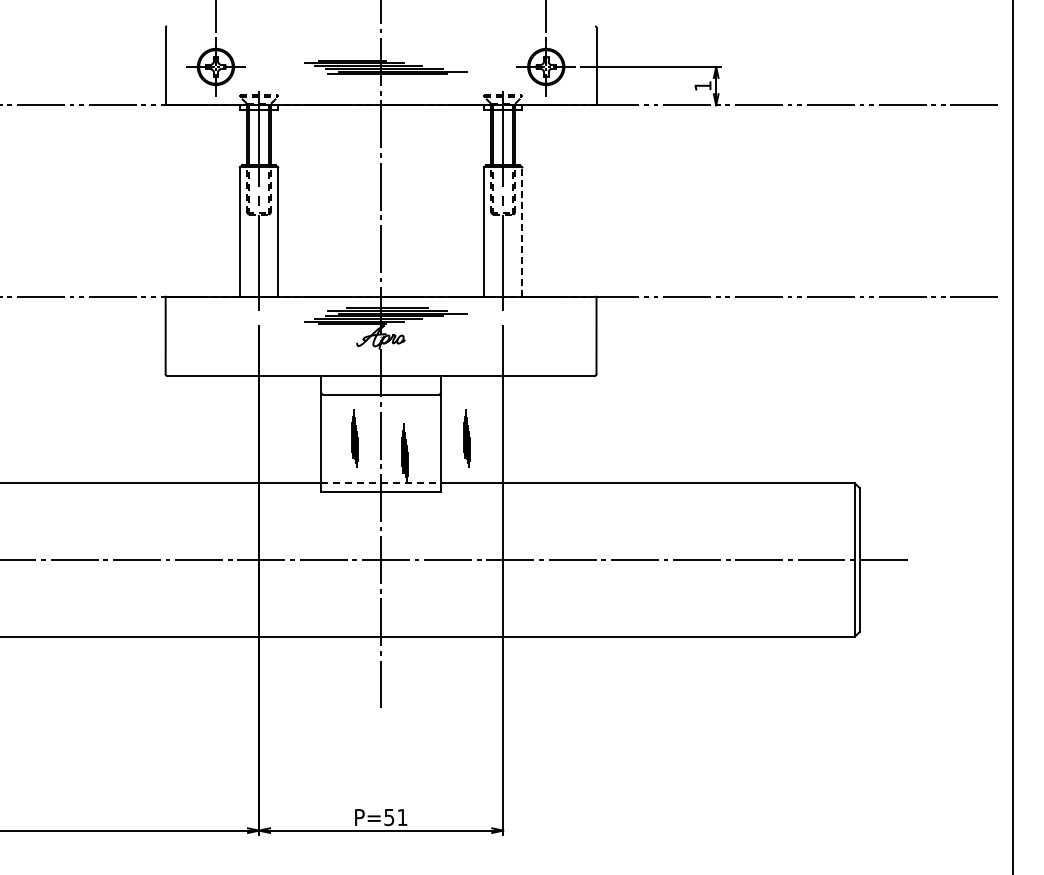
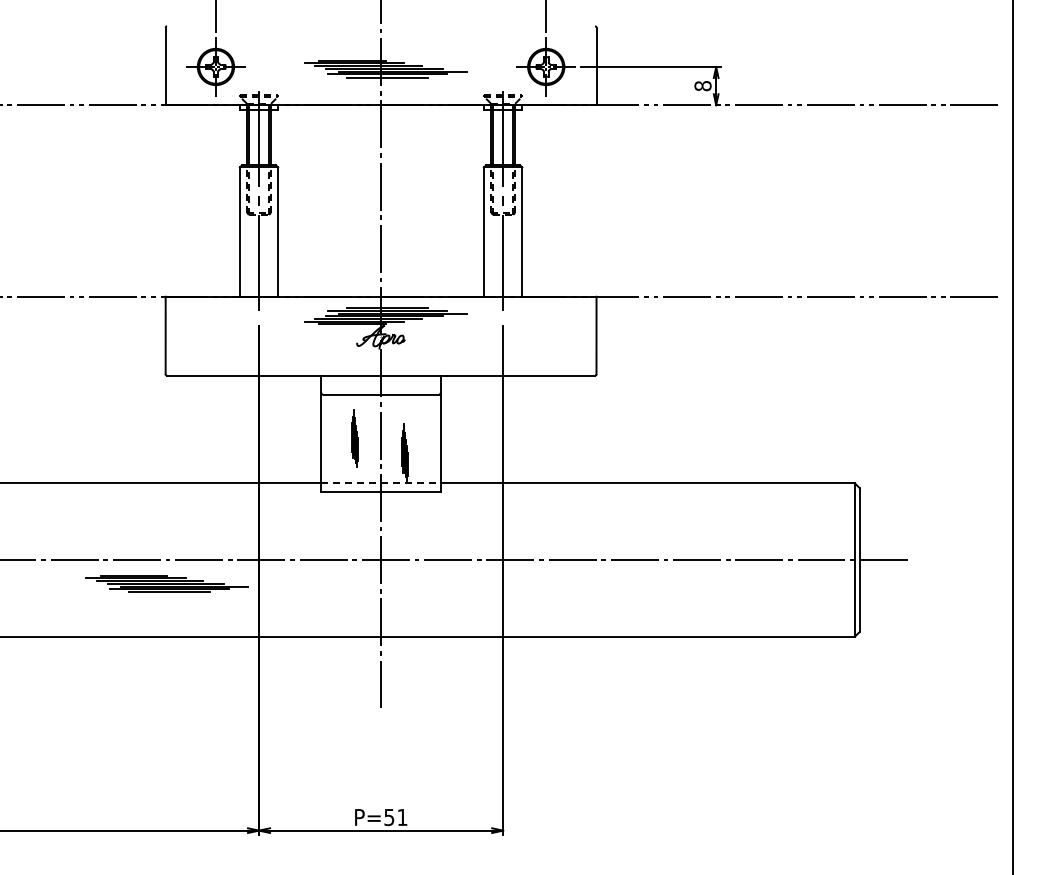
line at (387, 77): none -> present
text at (702, 86): 1 -> 8
line at (522, 232): dashed -> solid
part at (466, 438): present -> none
part at (166, 583): none -> present
